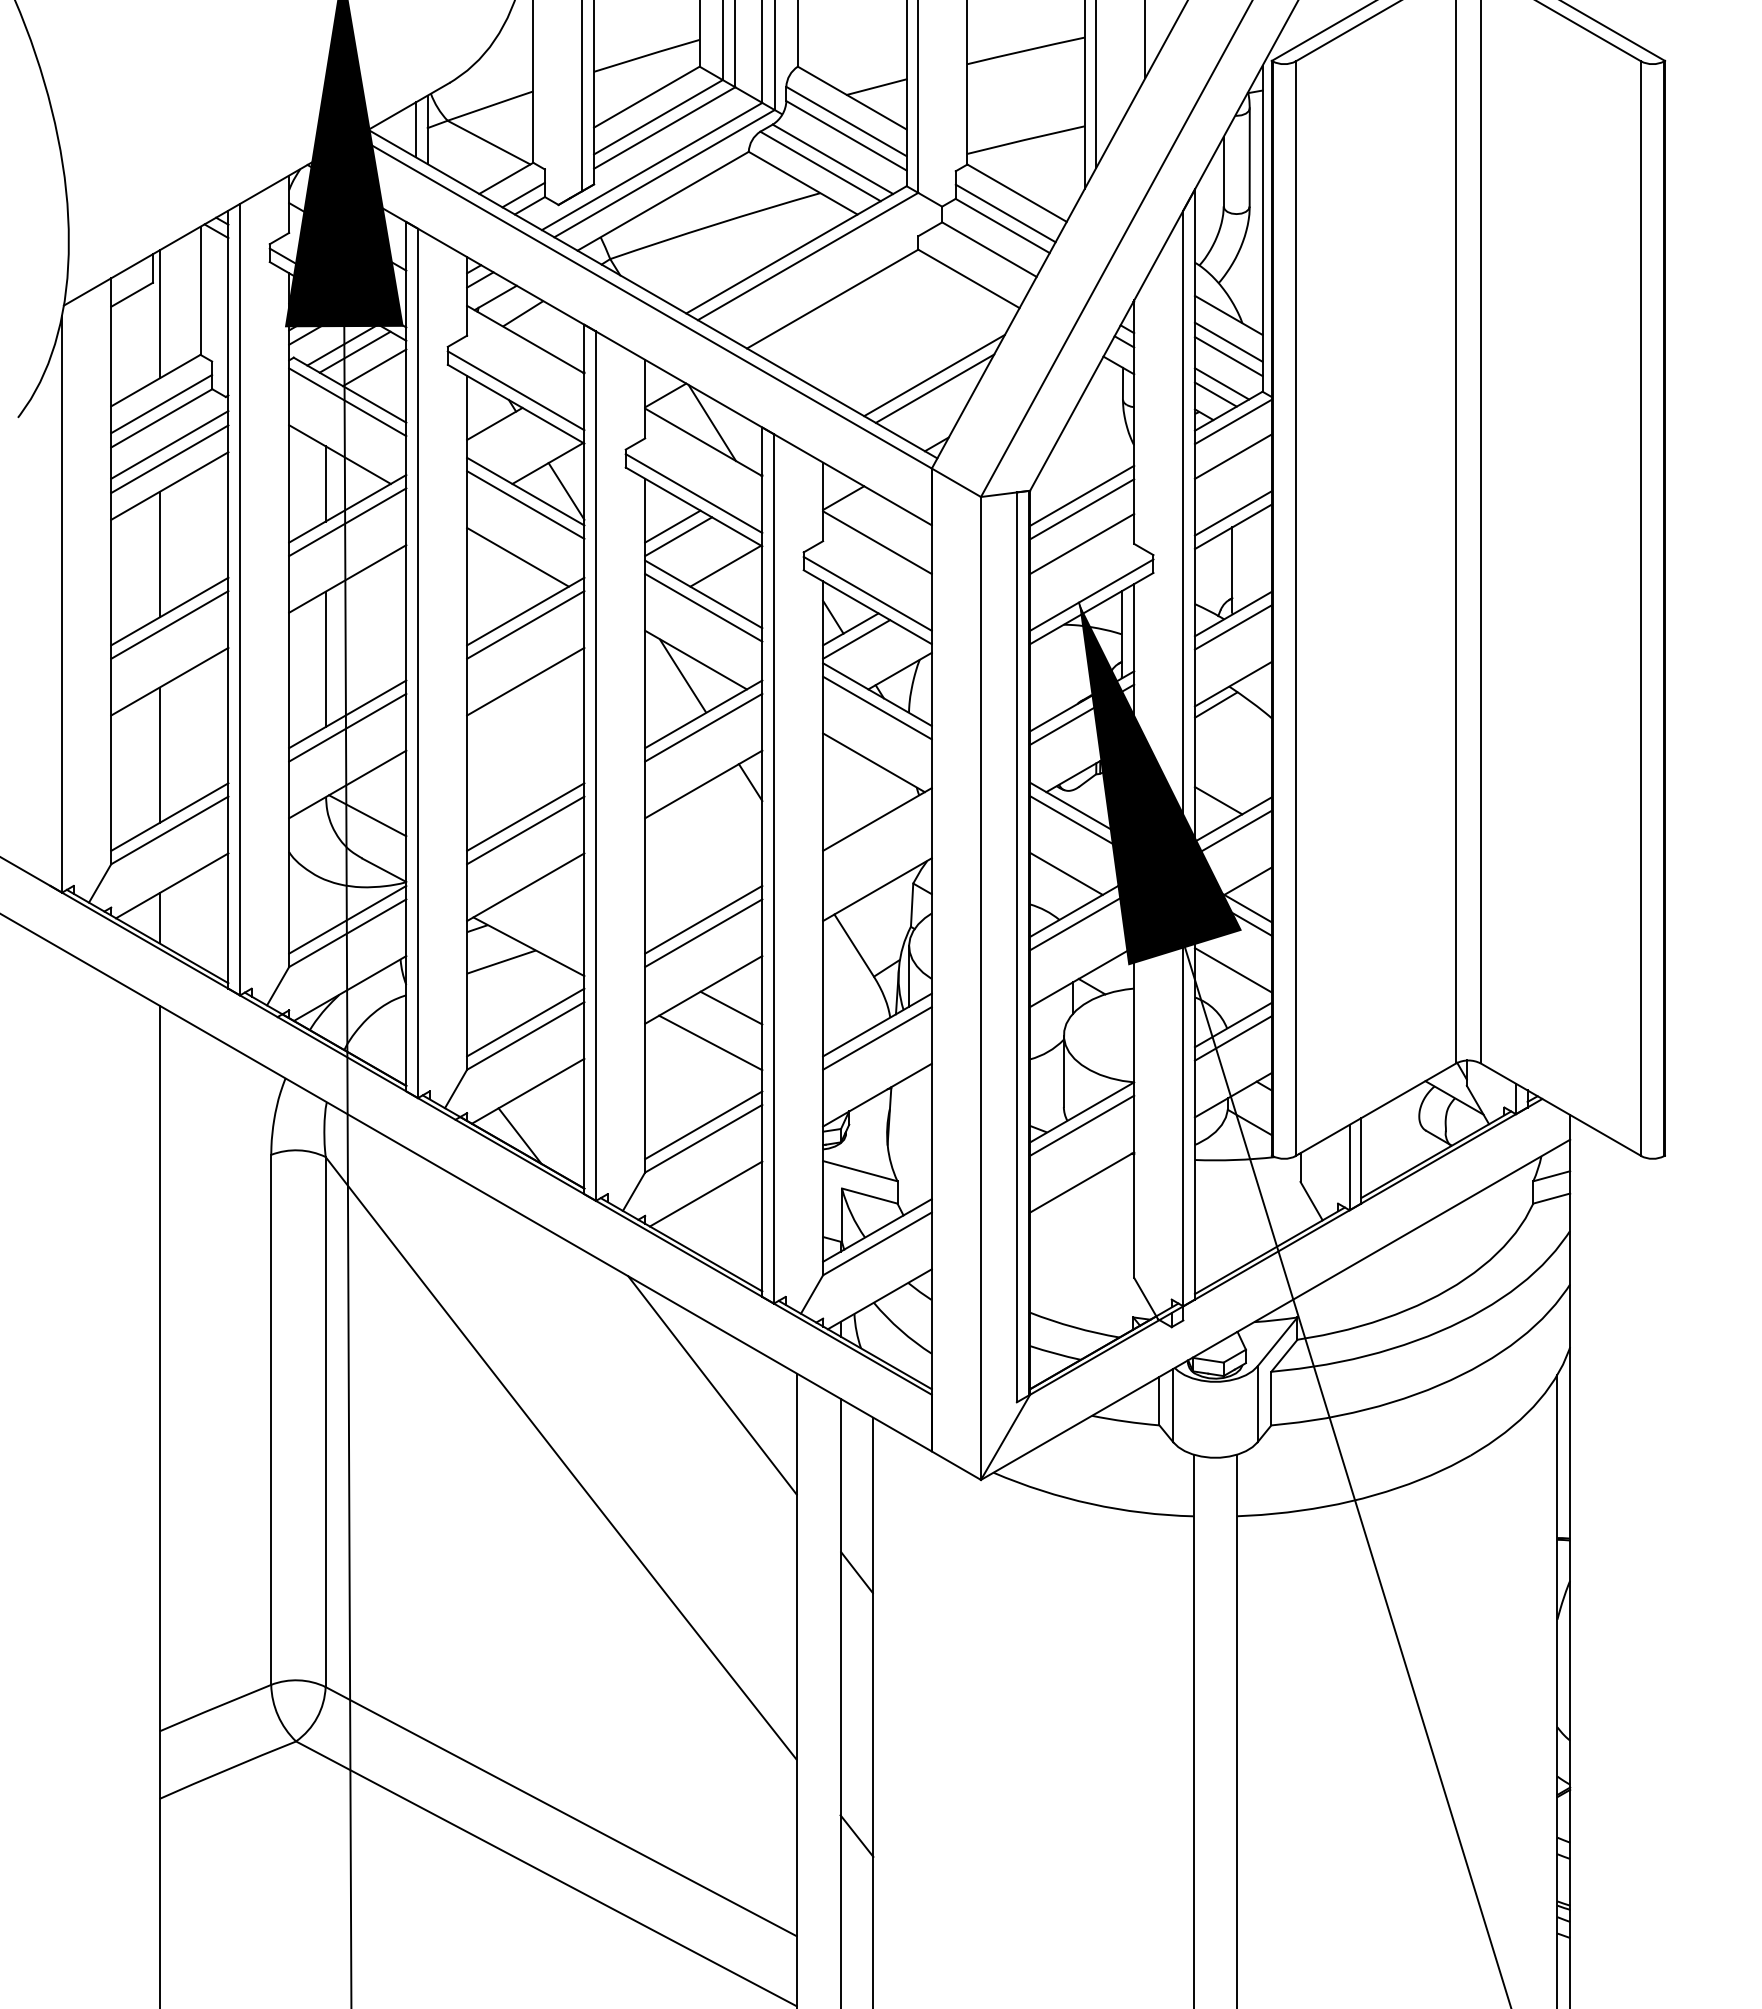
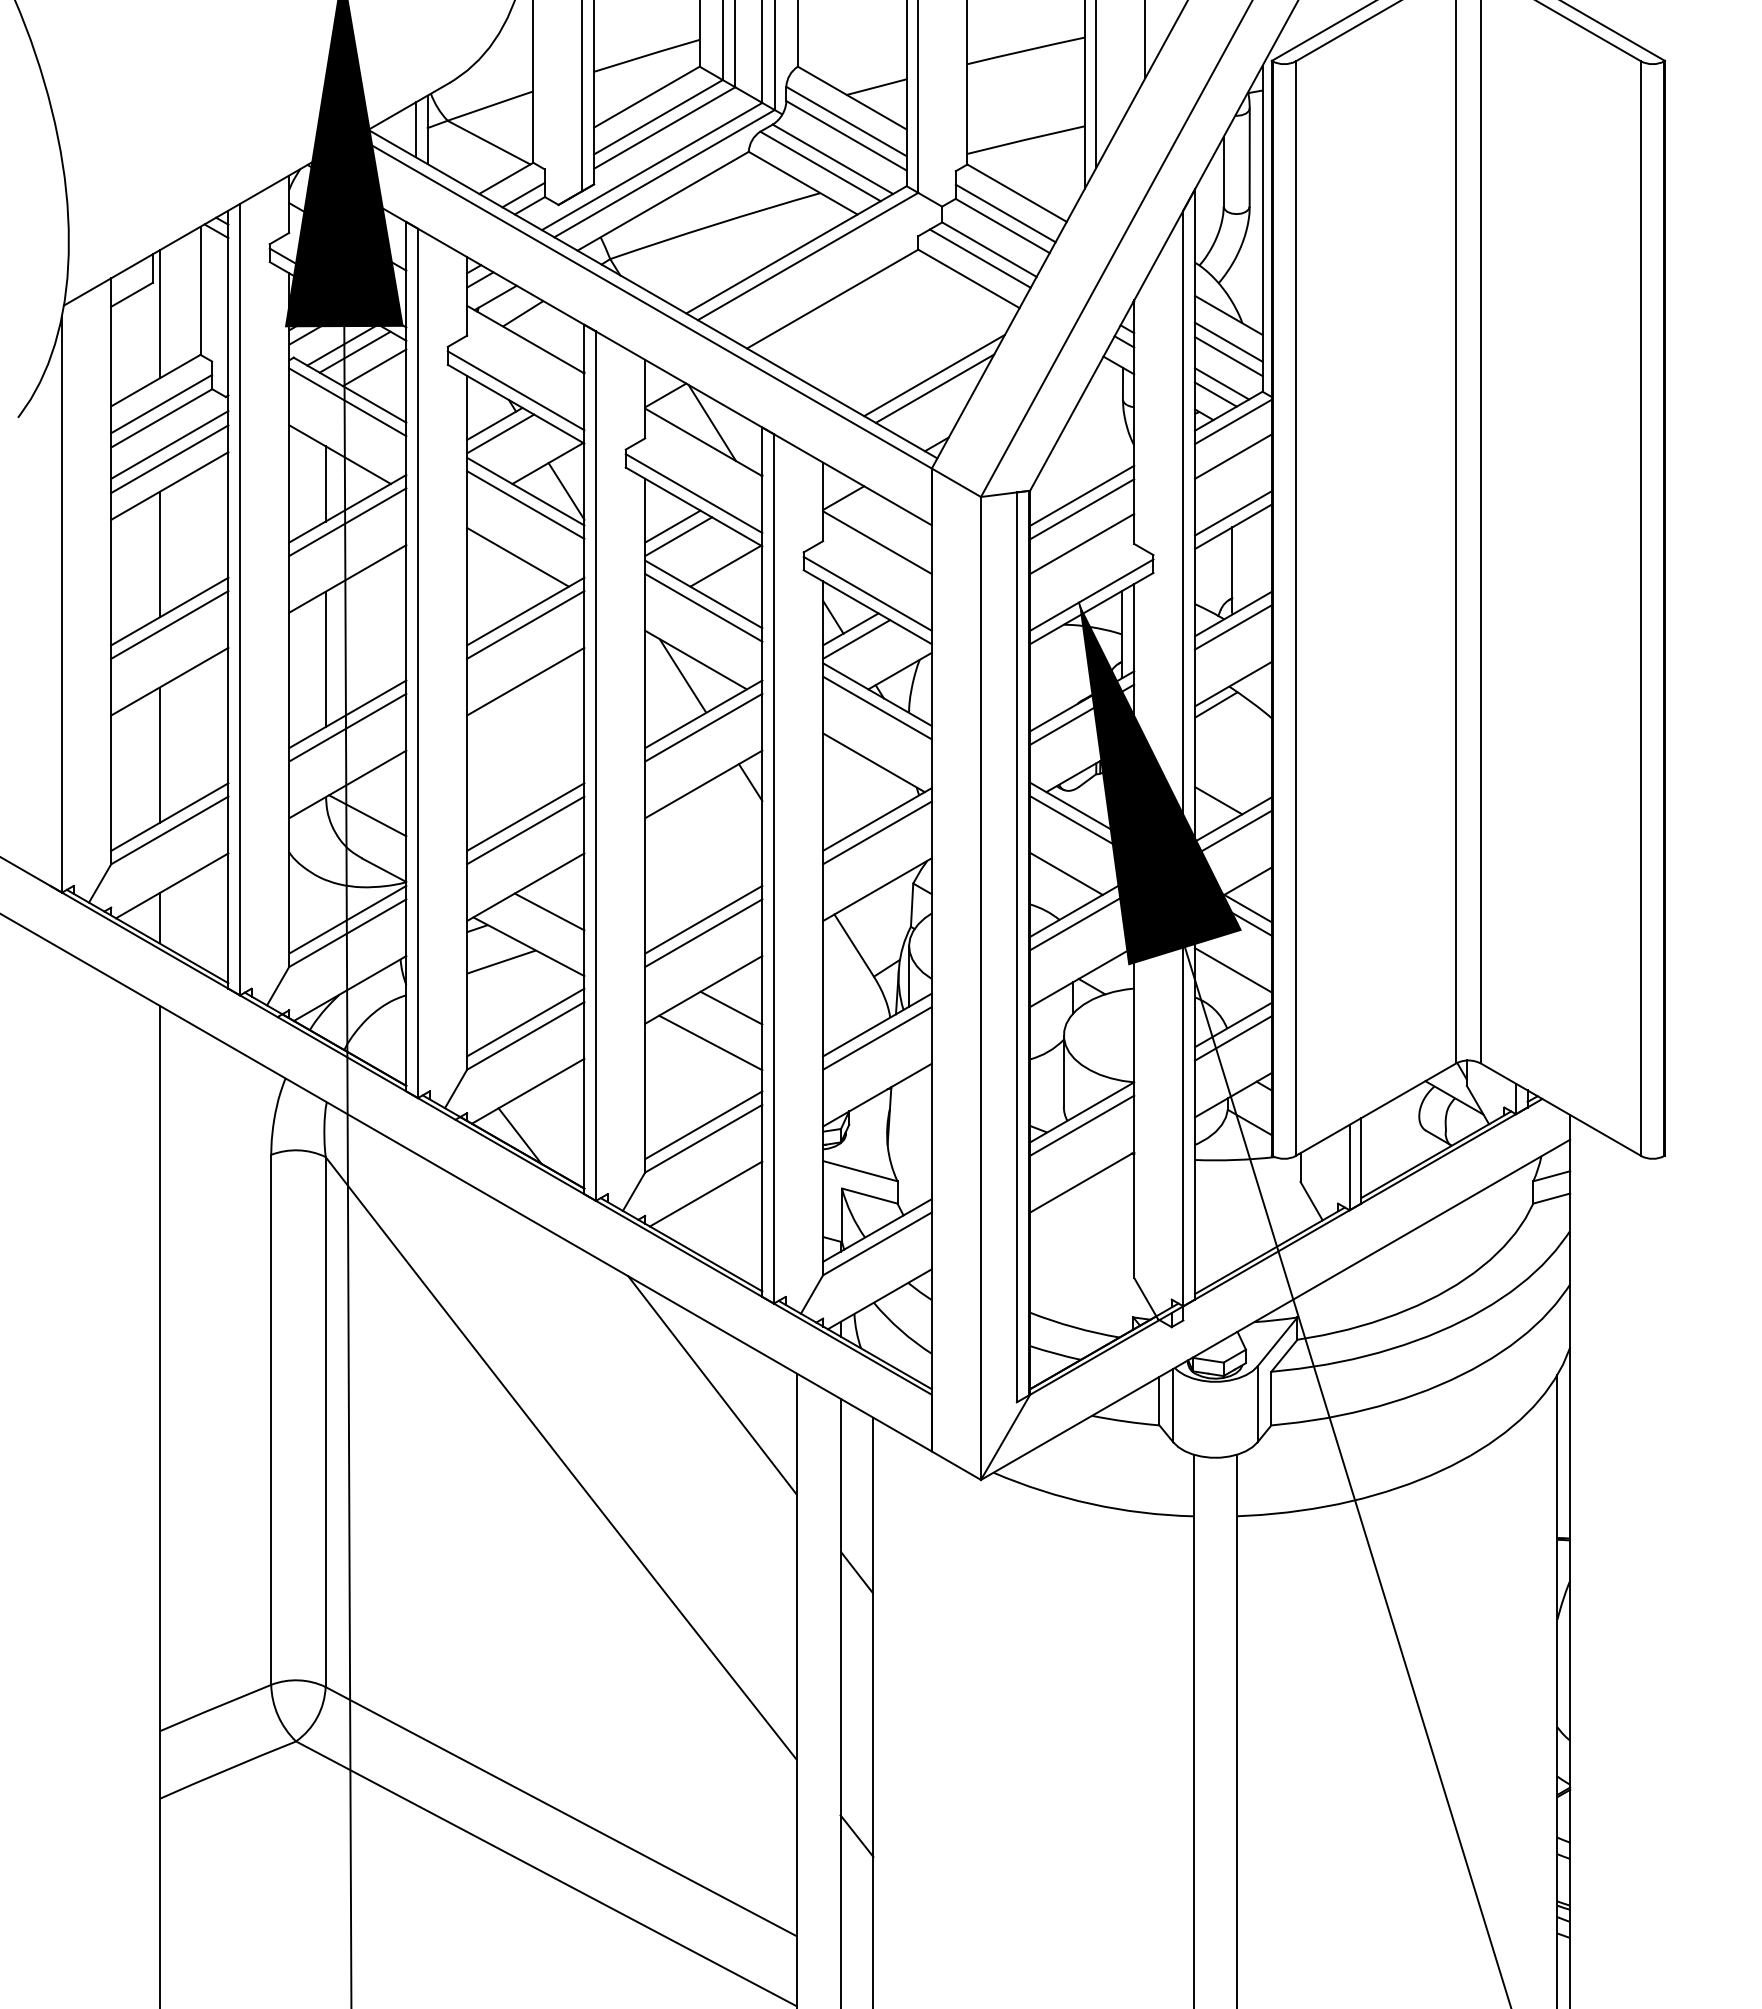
line at (979, 258): none -> present
line at (500, 433): none -> present
line at (877, 832): none -> present
line at (549, 911): none -> present
